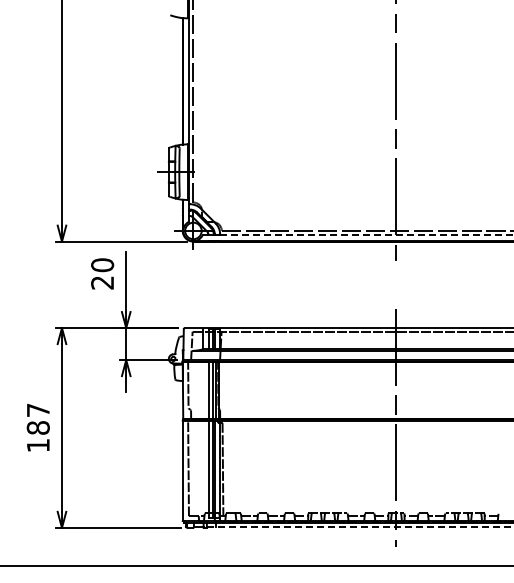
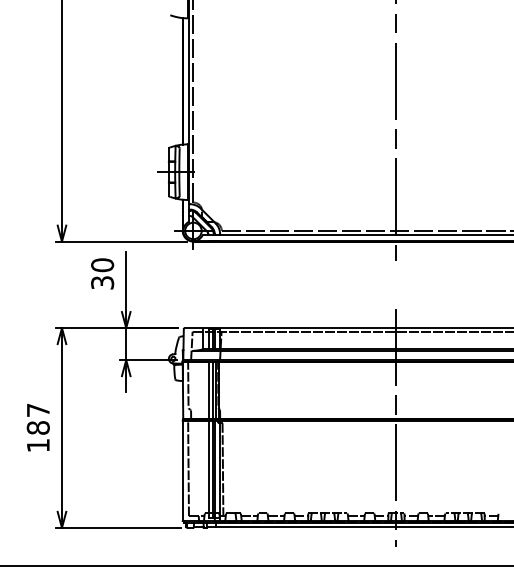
line at (366, 235): dashed -> solid
text at (102, 282): 20 -> 30
line at (360, 527): dashed -> solid
